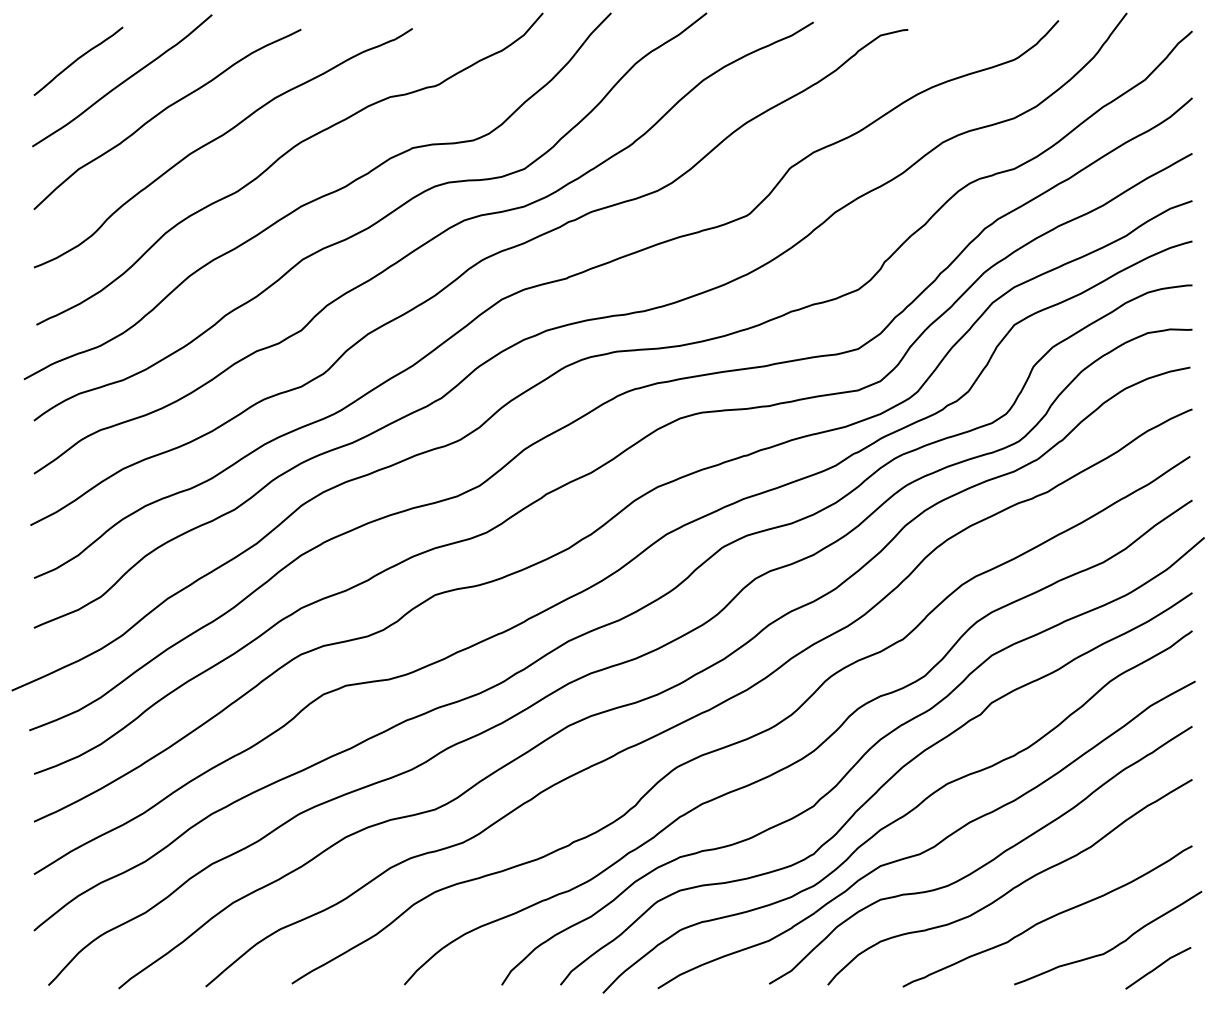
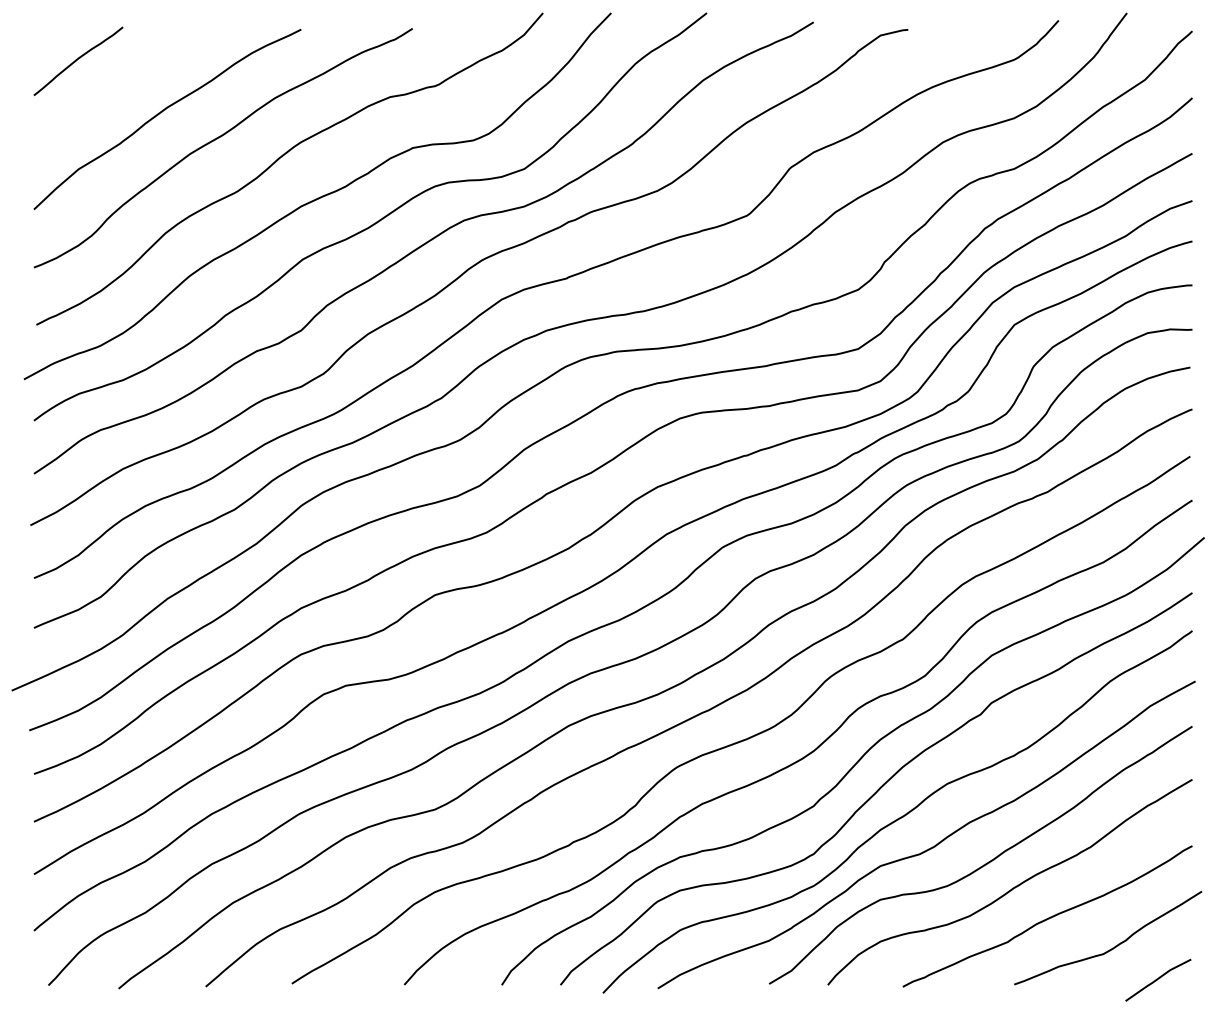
curve at (122, 81): present -> none
line at (1158, 967) position: (1158, 967) -> (1158, 979)
